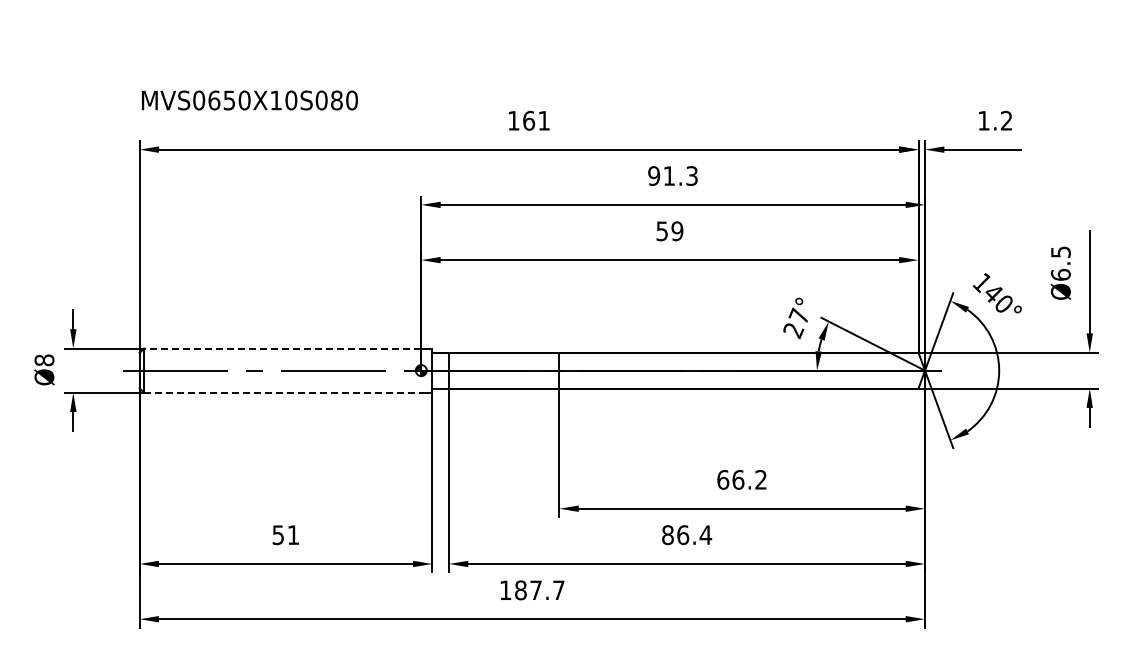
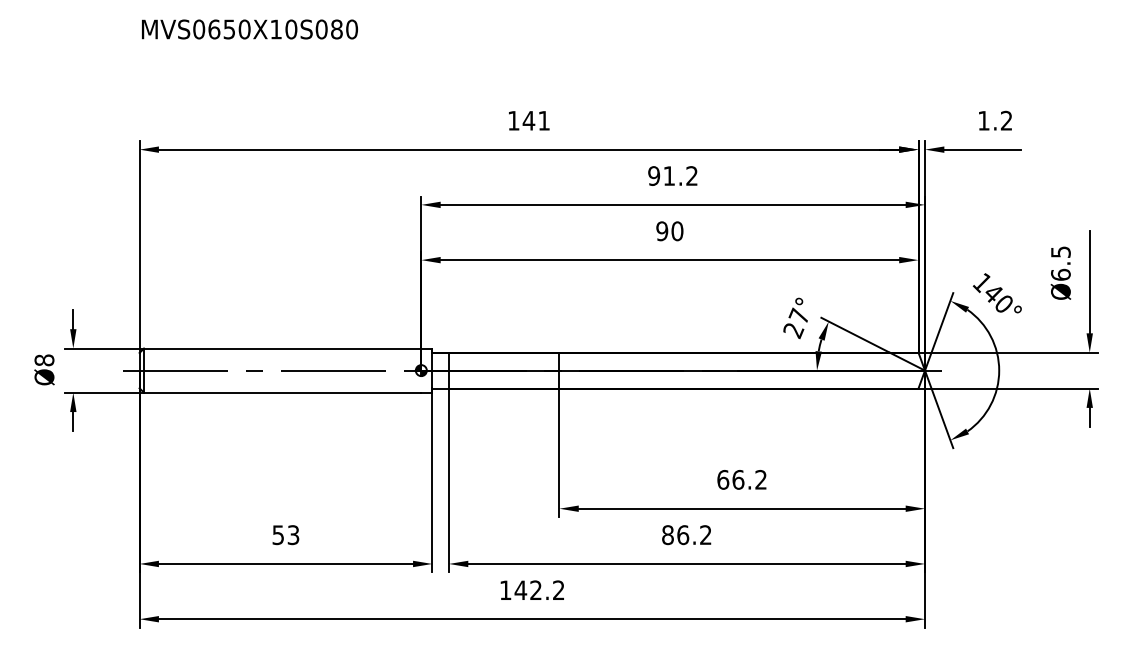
text at (249, 100) position: (249, 100) -> (249, 29)
text at (528, 120): 161 -> 141
text at (691, 175): 91.3 -> 91.2
text at (669, 231): 59 -> 90
line at (282, 348): dashed -> solid
line at (282, 392): dashed -> solid
text at (705, 534): 86.4 -> 86.2
text at (293, 535): 51 -> 53
text at (539, 590): 187.7 -> 142.2
